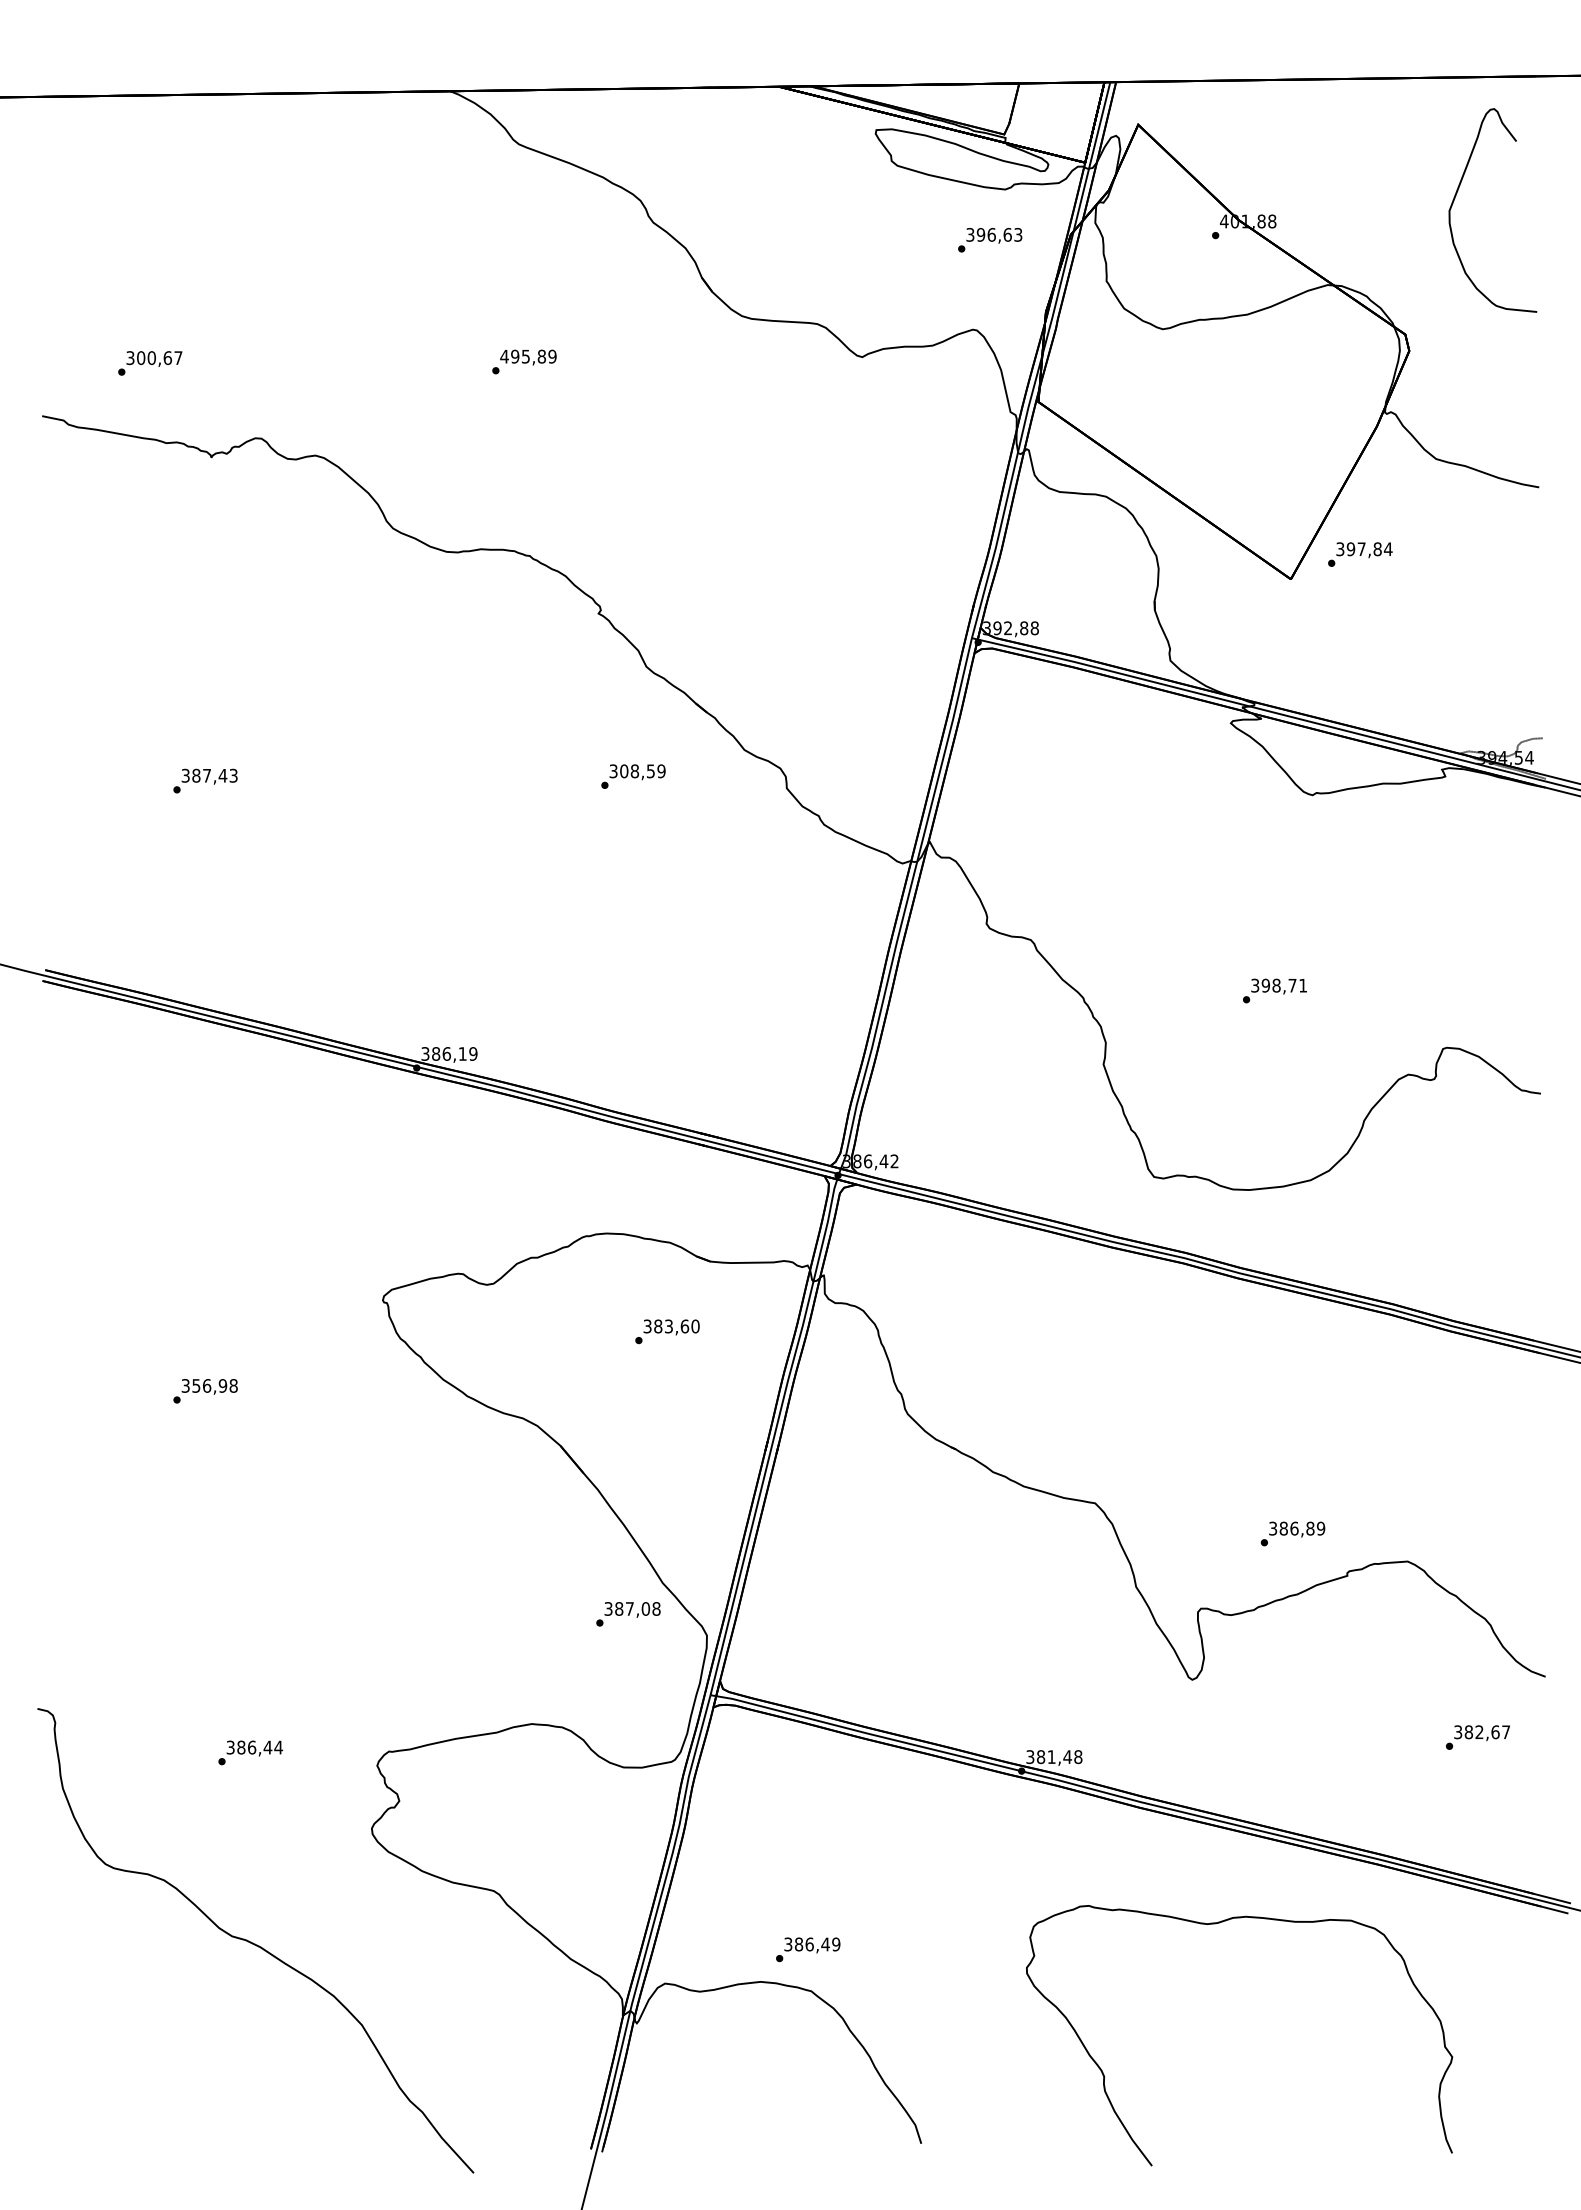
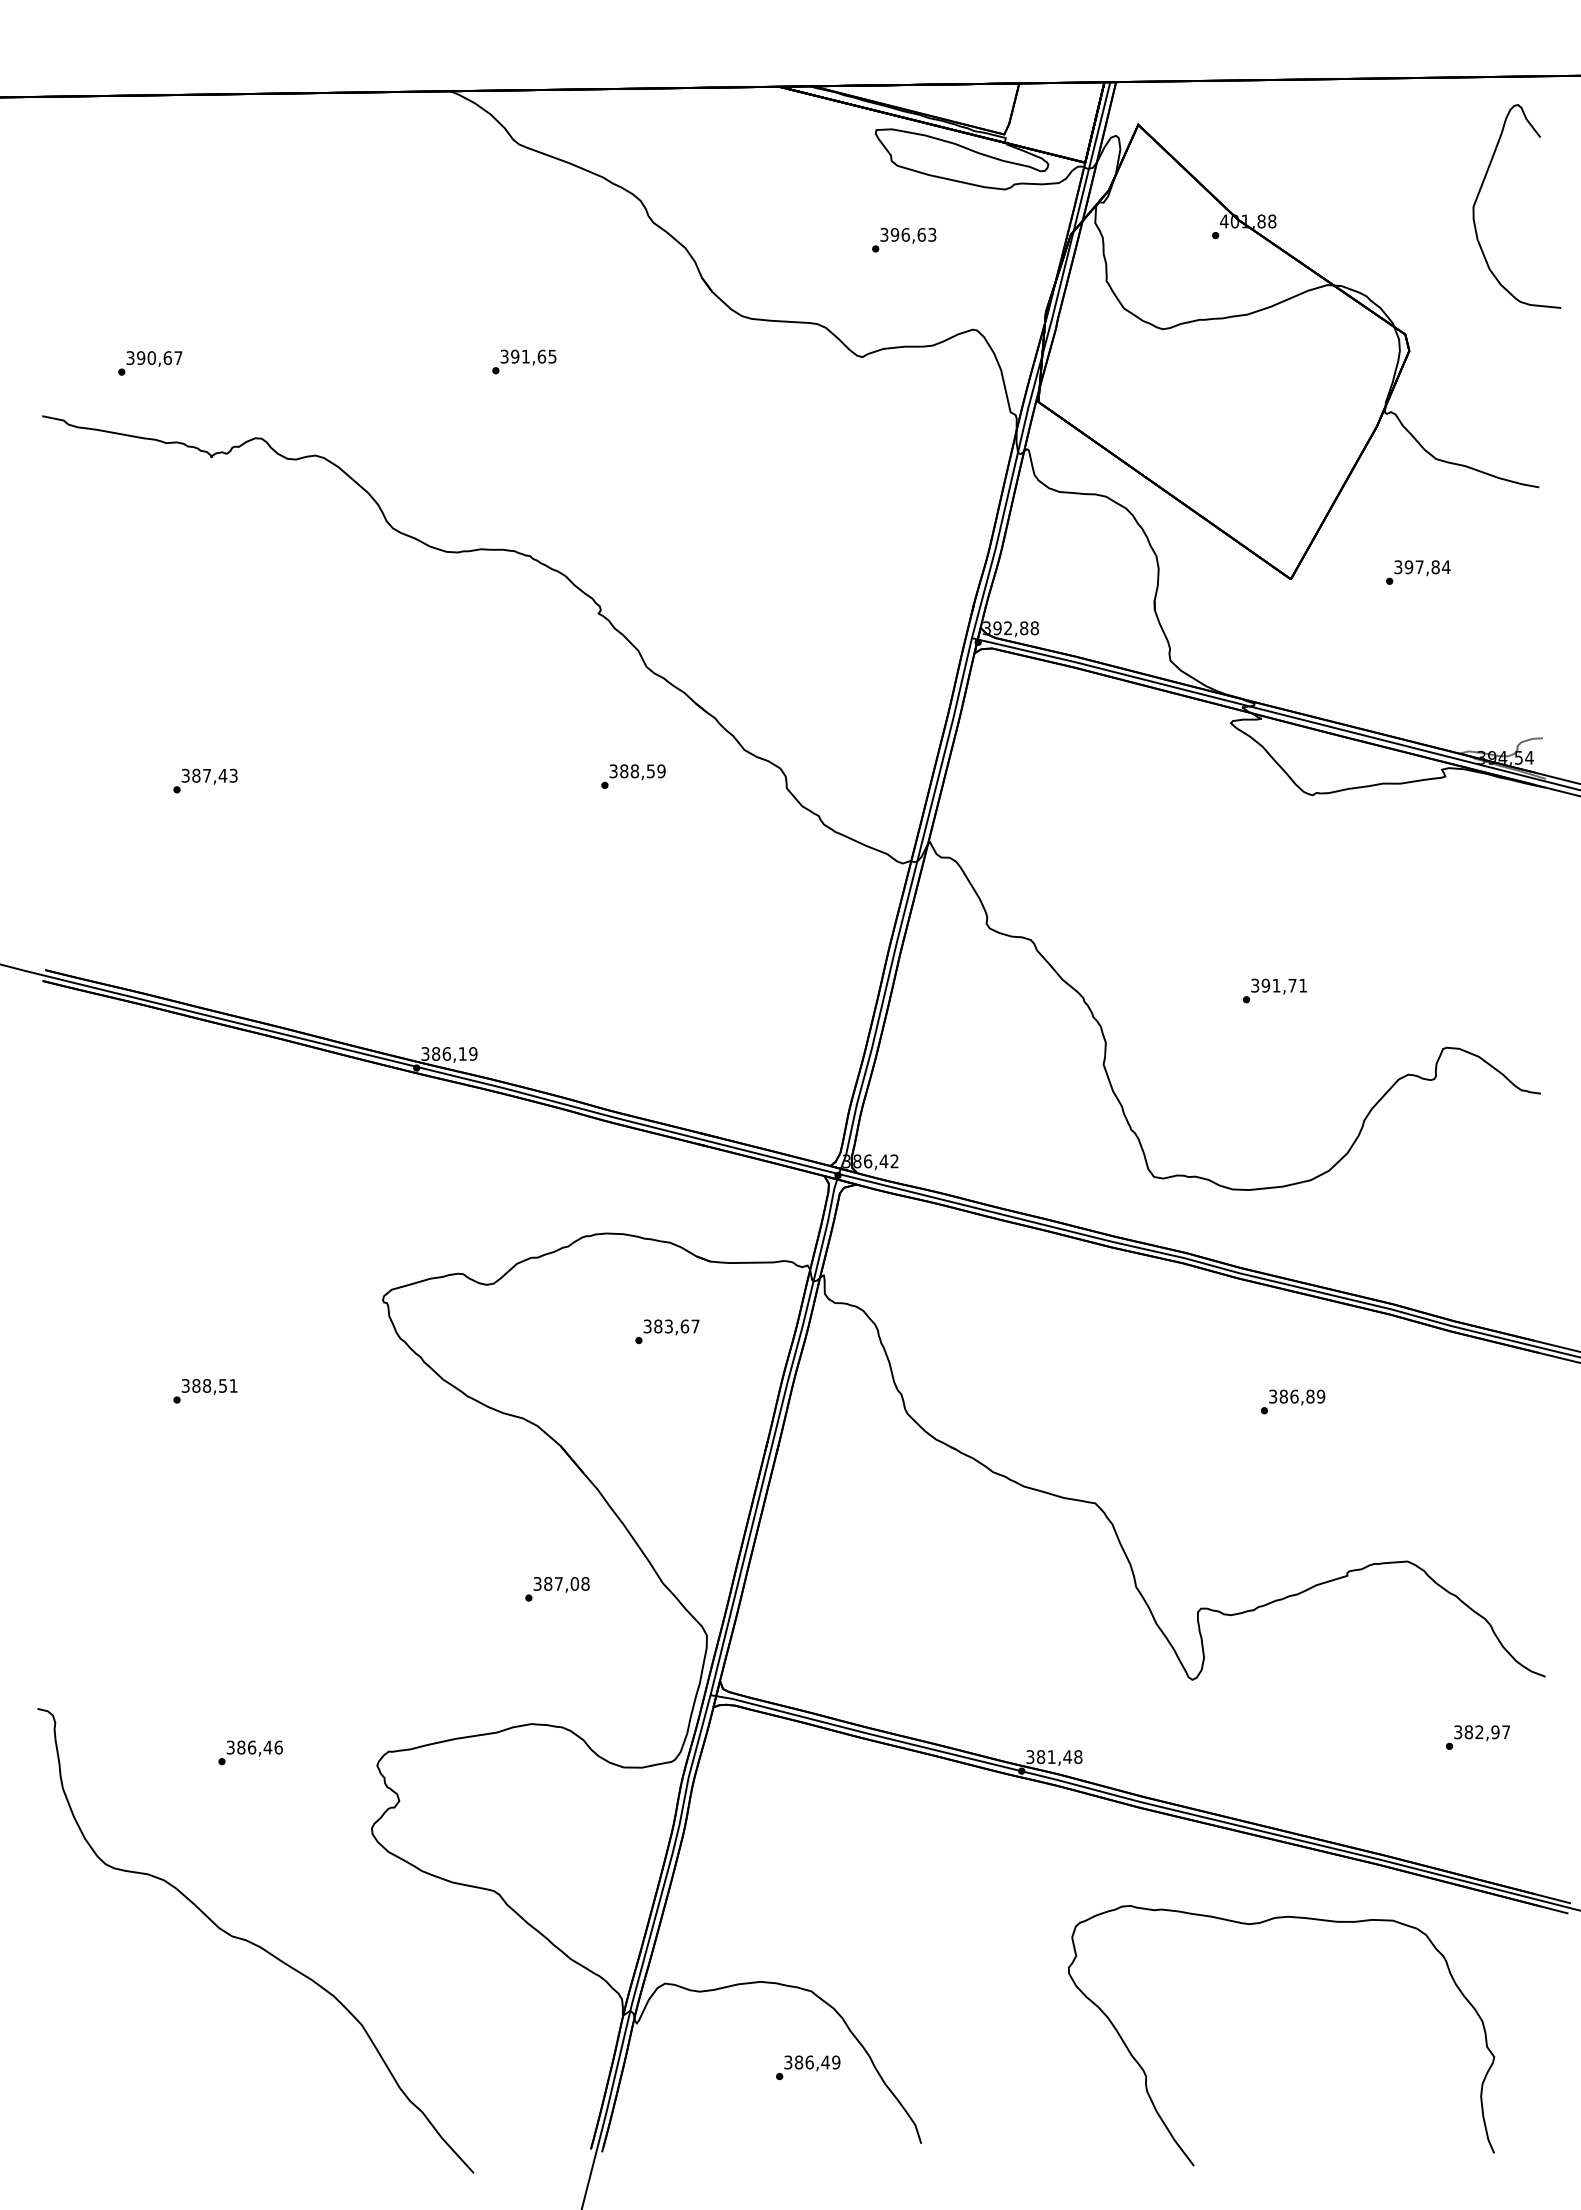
part at (1456, 196) position: (1456, 196) -> (1480, 192)
text at (990, 240) position: (990, 240) -> (904, 240)
text at (528, 356): 495,89 -> 391,65
text at (141, 357): 300,67 -> 390,67
text at (1360, 554) position: (1360, 554) -> (1418, 572)
text at (624, 770): 308,59 -> 388,59
text at (1276, 985): 398,71 -> 391,71
text at (695, 1326): 383,60 -> 383,67
text at (214, 1385): 356,98 -> 388,51
text at (1292, 1533) position: (1292, 1533) -> (1292, 1401)
text at (628, 1614) position: (628, 1614) -> (557, 1589)
text at (1495, 1732): 382,67 -> 382,97
text at (278, 1747): 386,44 -> 386,46
curve at (1215, 1924) position: (1215, 1924) -> (1257, 1924)
text at (808, 1949) position: (808, 1949) -> (808, 2067)
